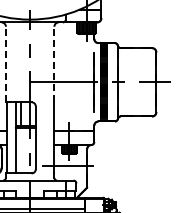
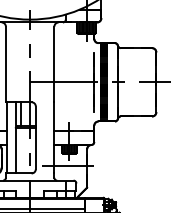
line at (5, 64): dashed -> solid
line at (54, 64): dashed -> solid
